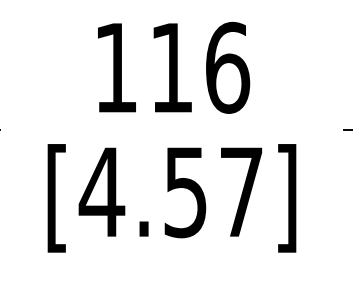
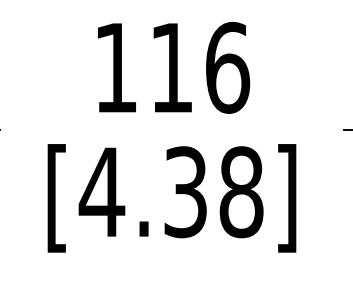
text at (213, 192): [4.57] -> [4.38]
